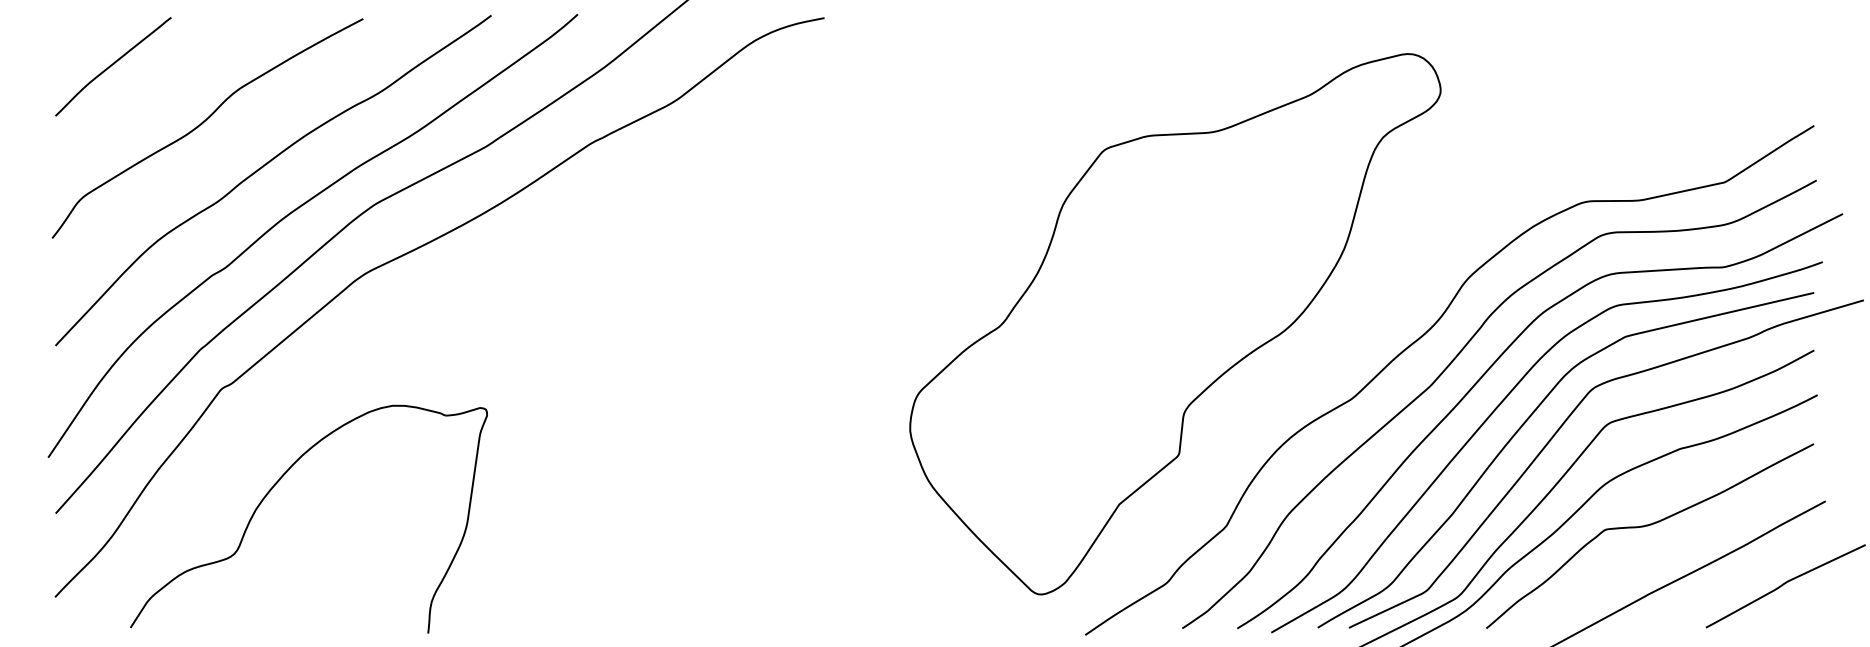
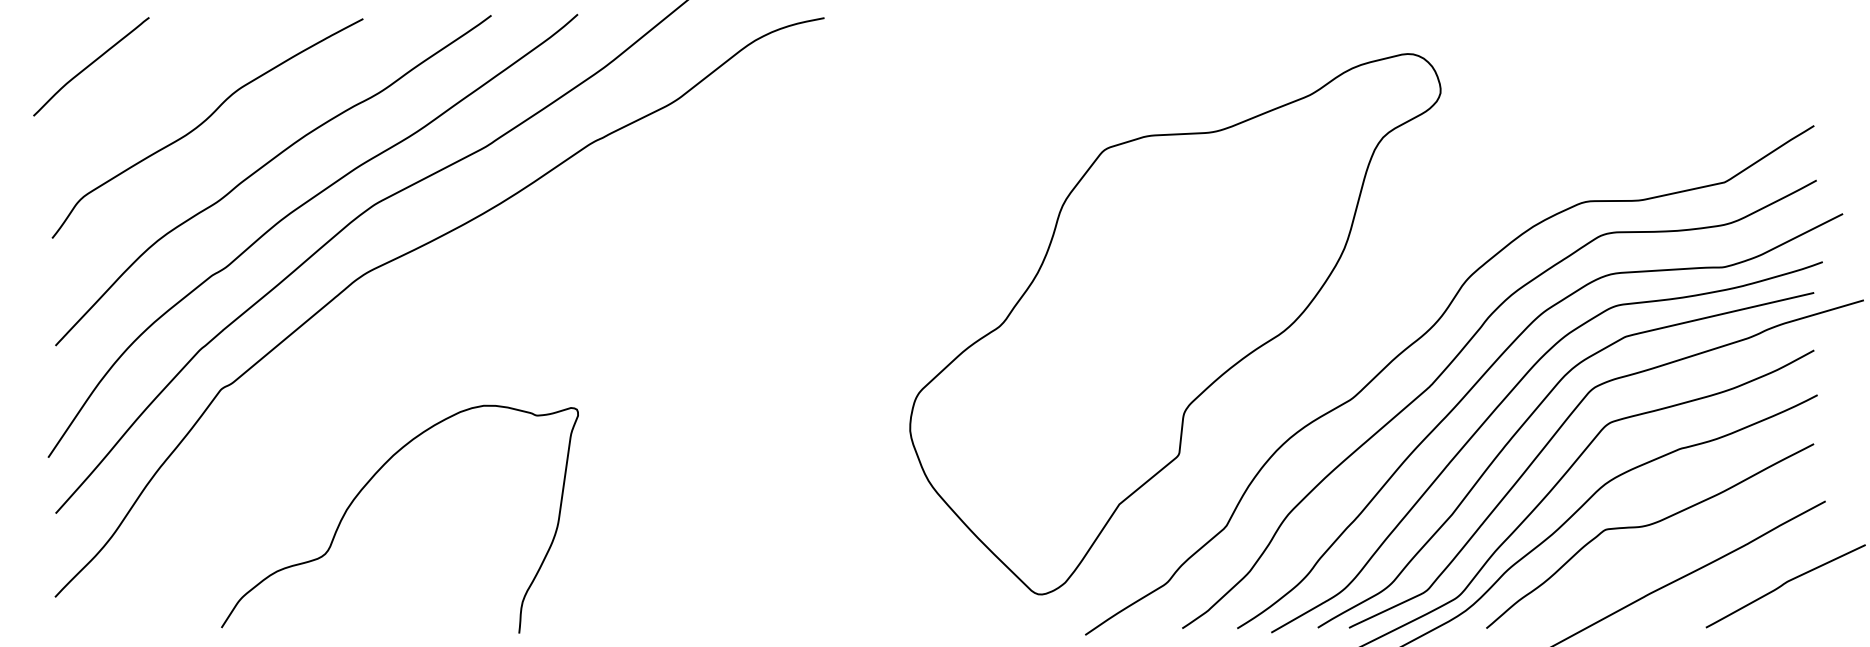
curve at (112, 65) position: (112, 65) -> (90, 65)
curve at (272, 489) position: (272, 489) -> (363, 489)
